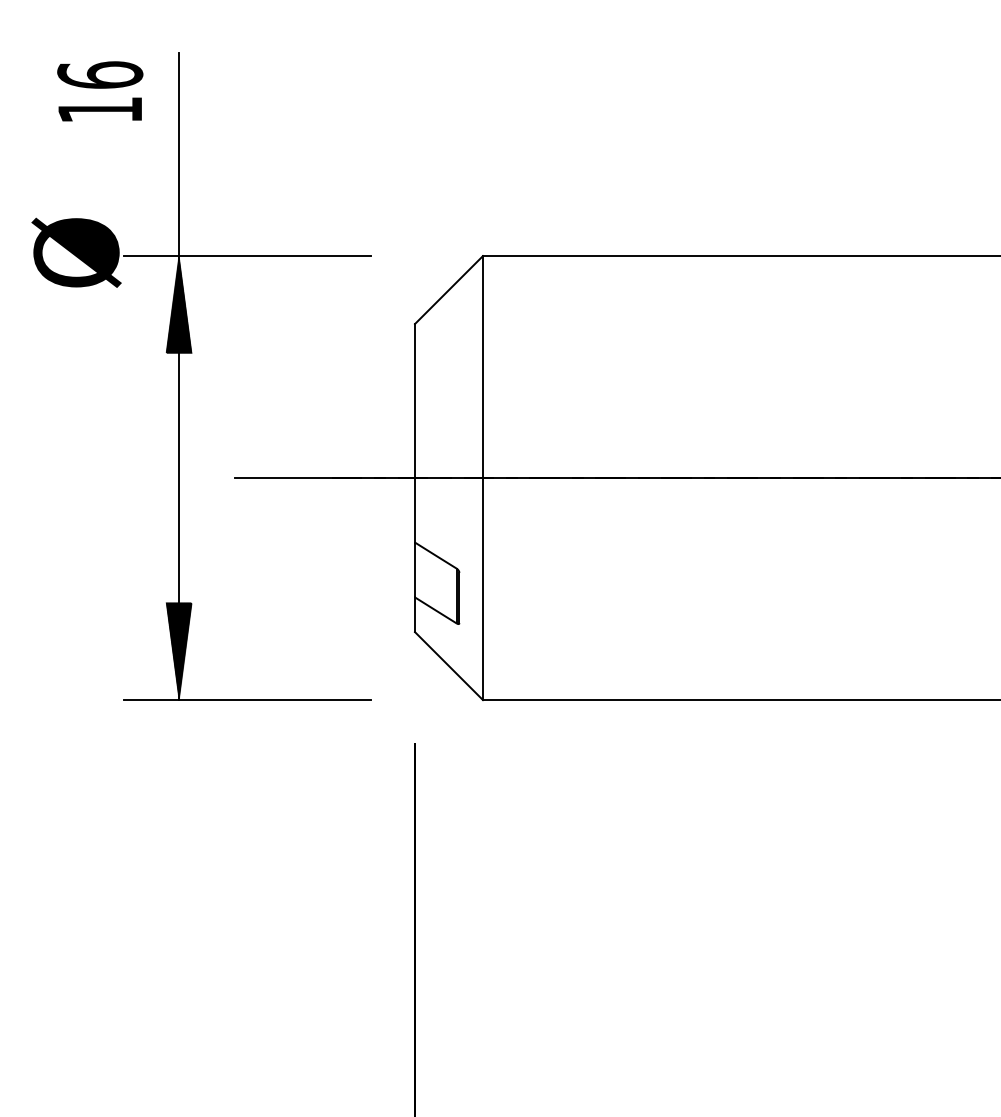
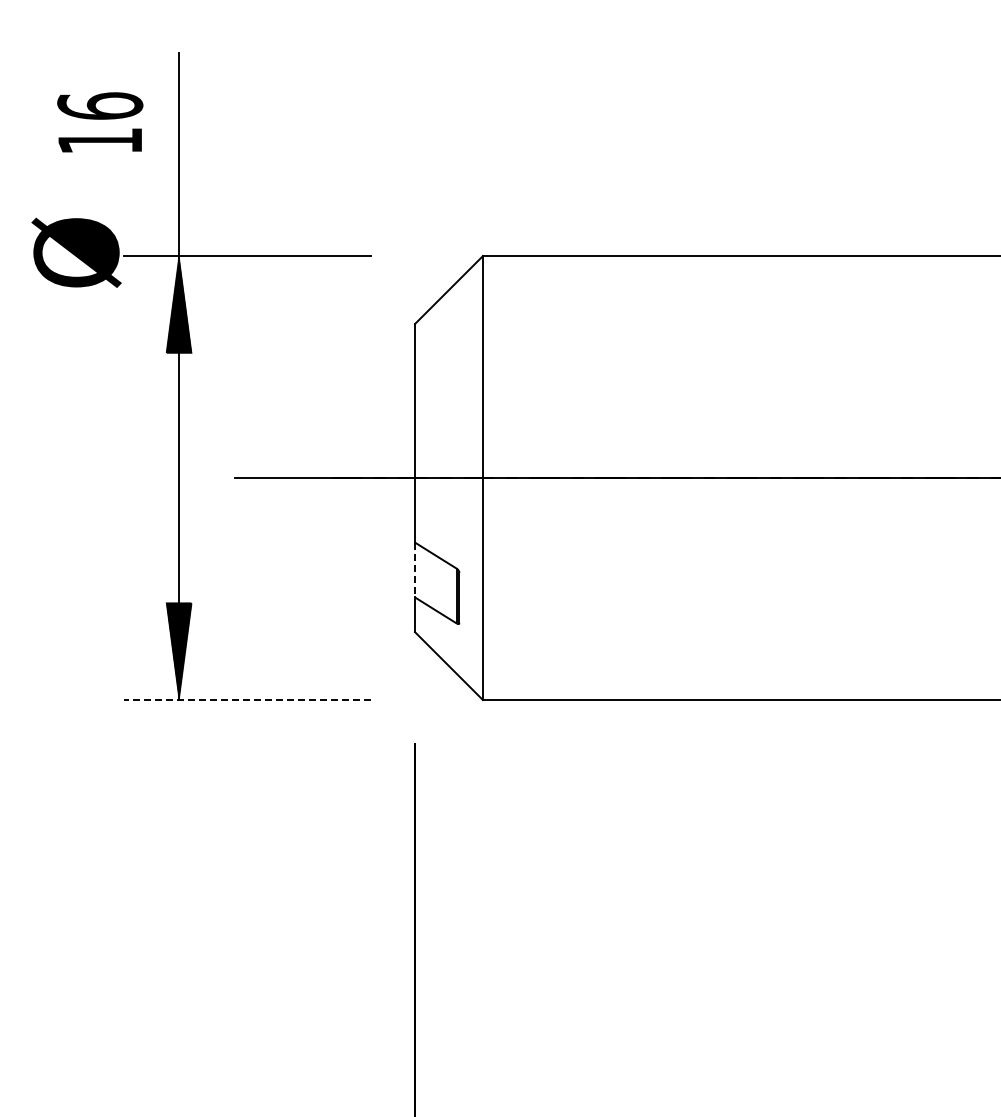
text at (100, 91) position: (100, 91) -> (100, 122)
line at (415, 570): solid -> dashed
line at (247, 700): solid -> dashed
